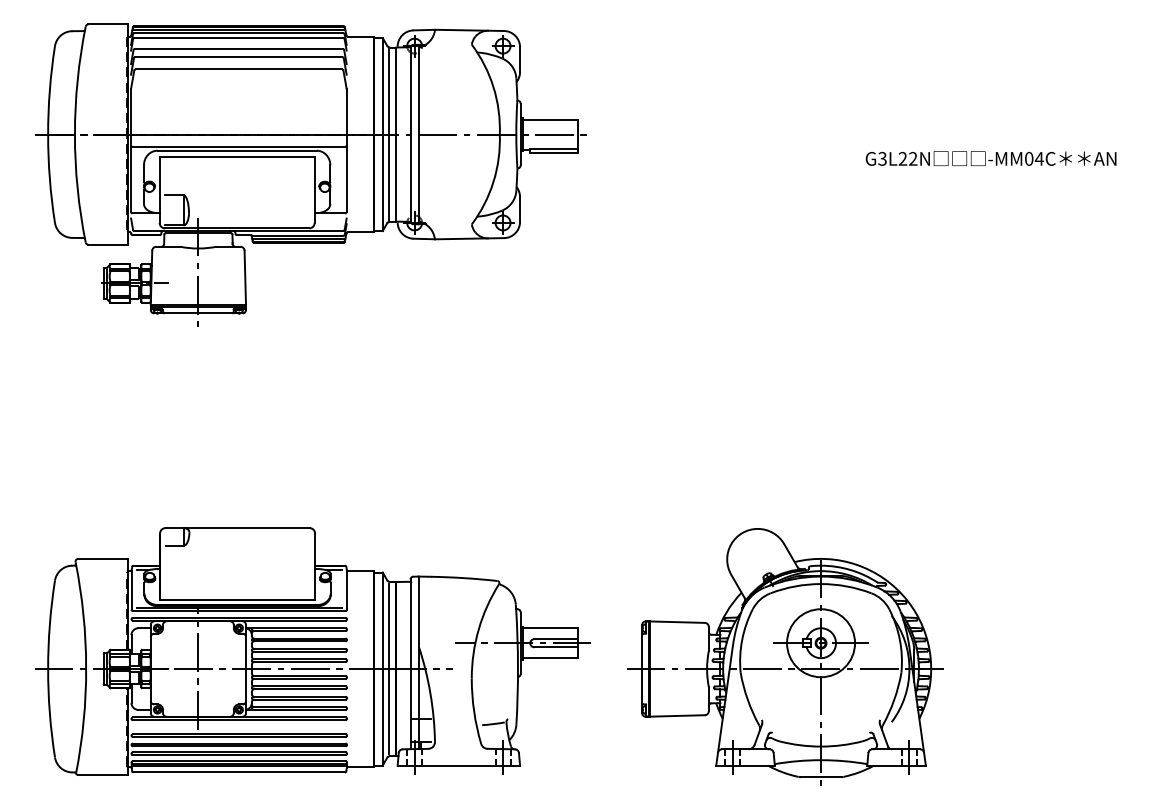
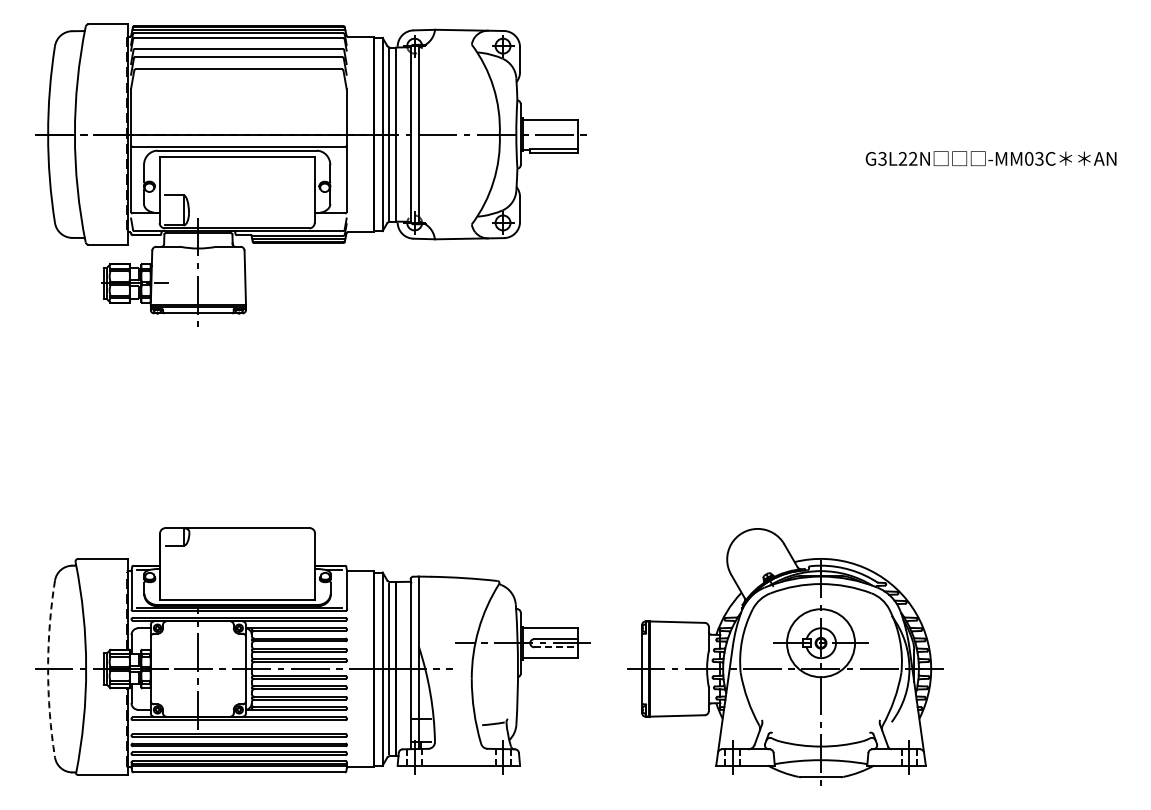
text at (1039, 158): -MM04C -> -MM03C
line at (556, 647): solid -> dashed
arc at (48, 669): solid -> dashed
